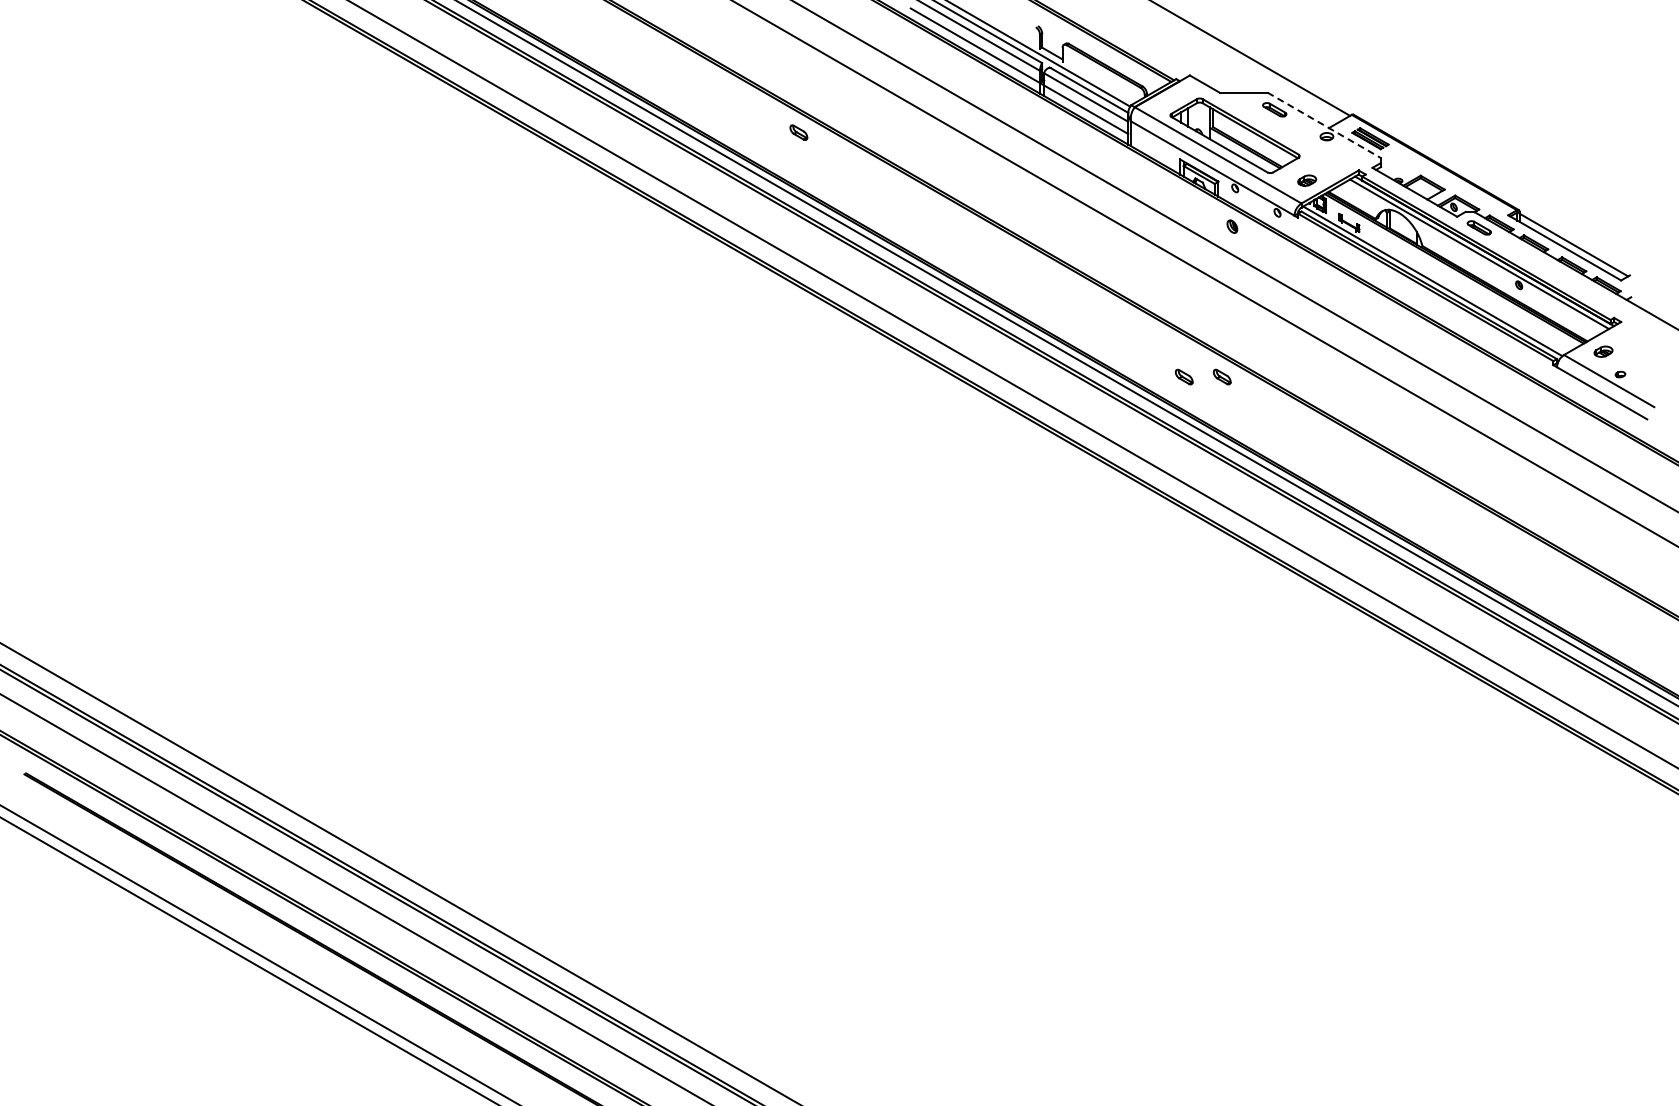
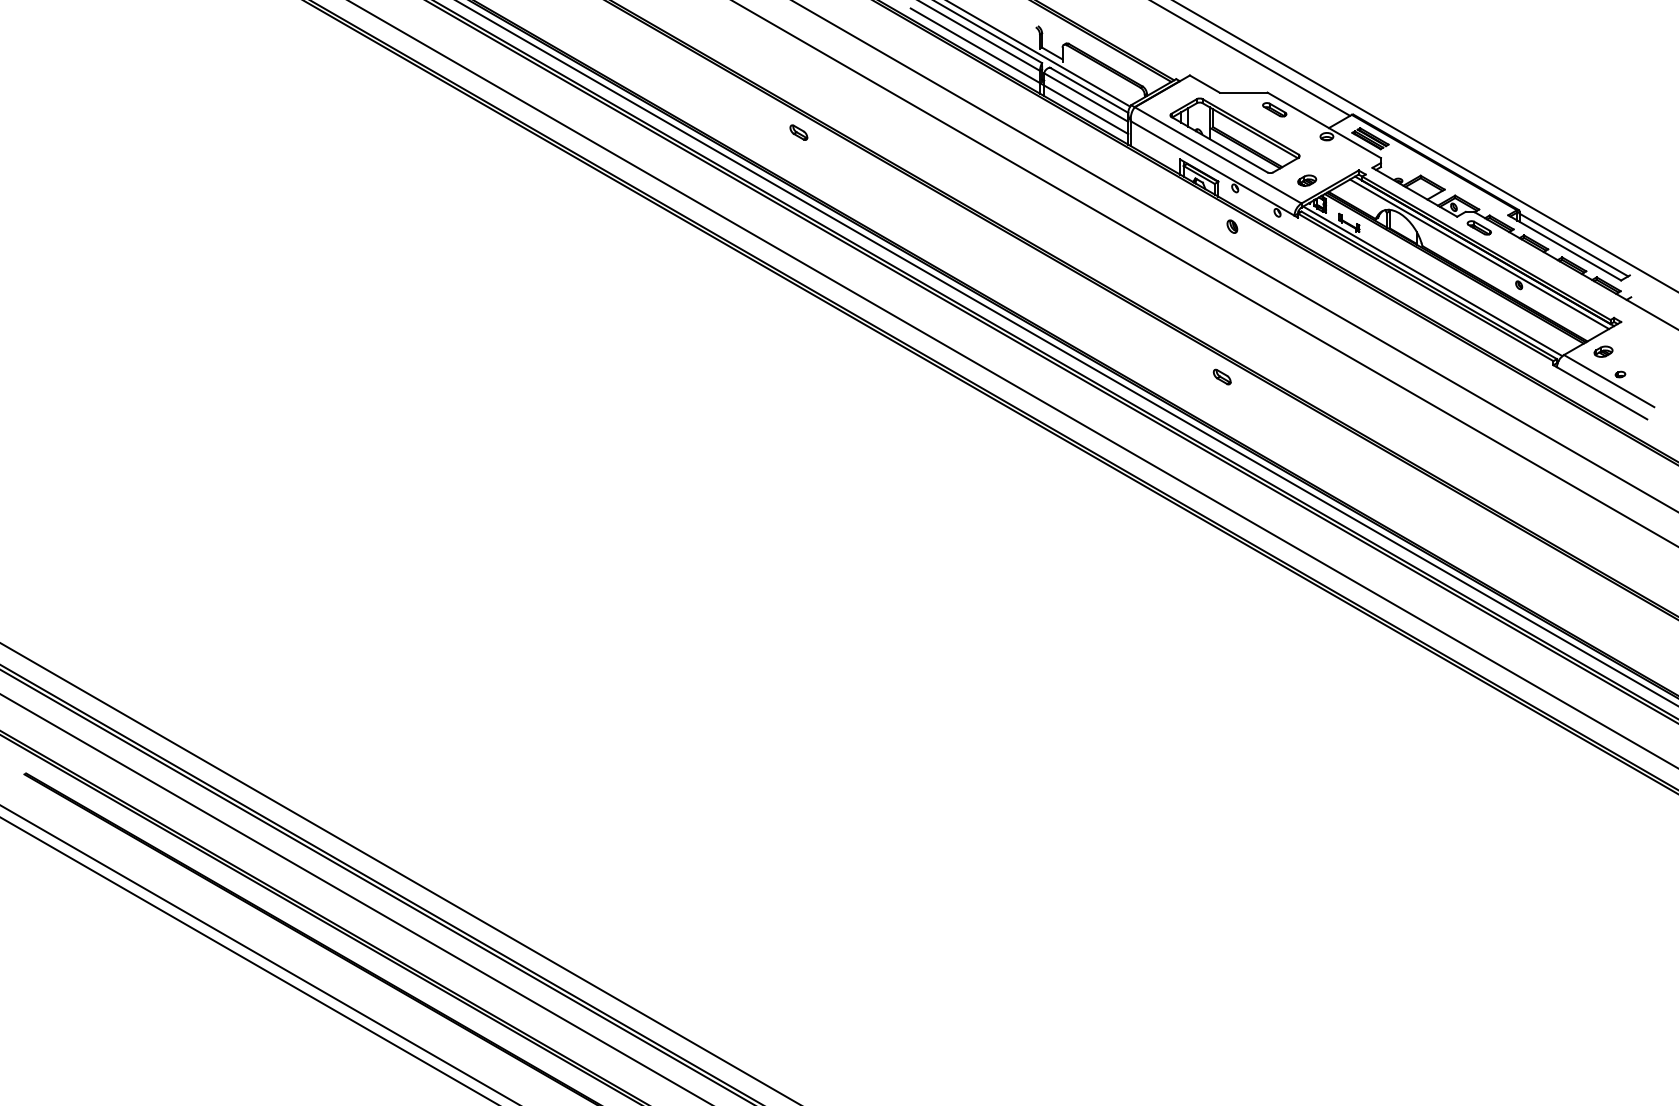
line at (1324, 125): dashed -> solid
line at (1425, 146): none -> present
part at (1183, 376): present -> none
